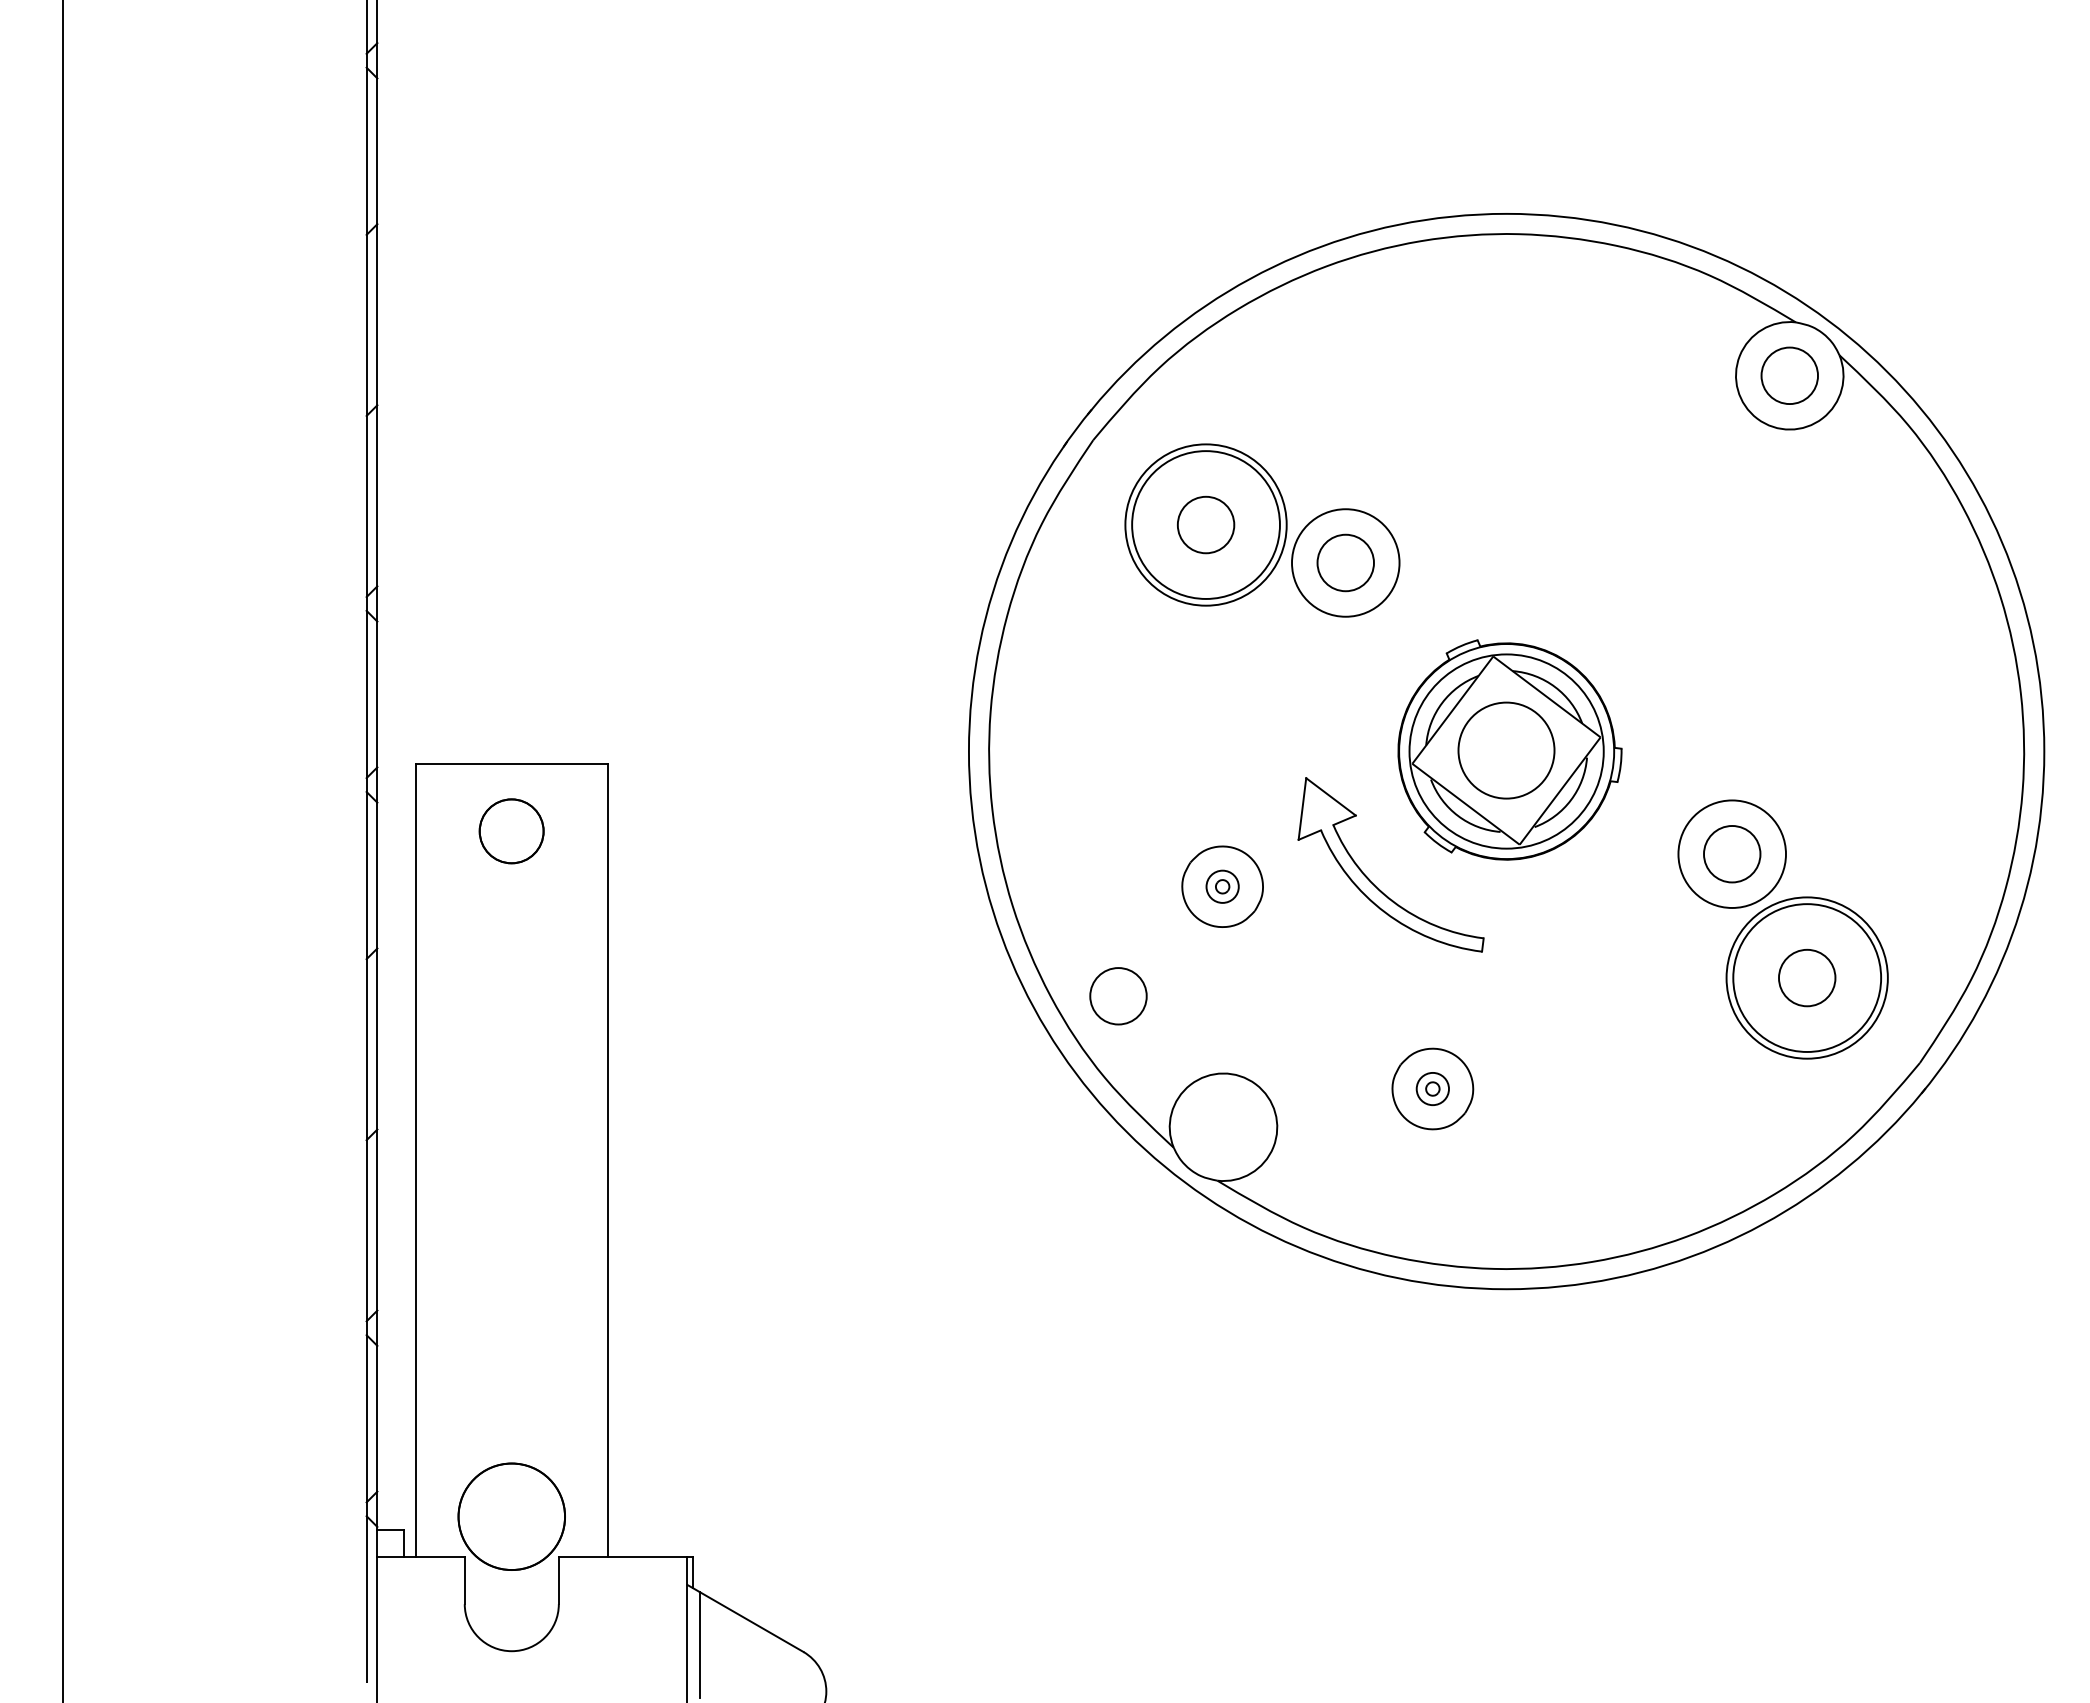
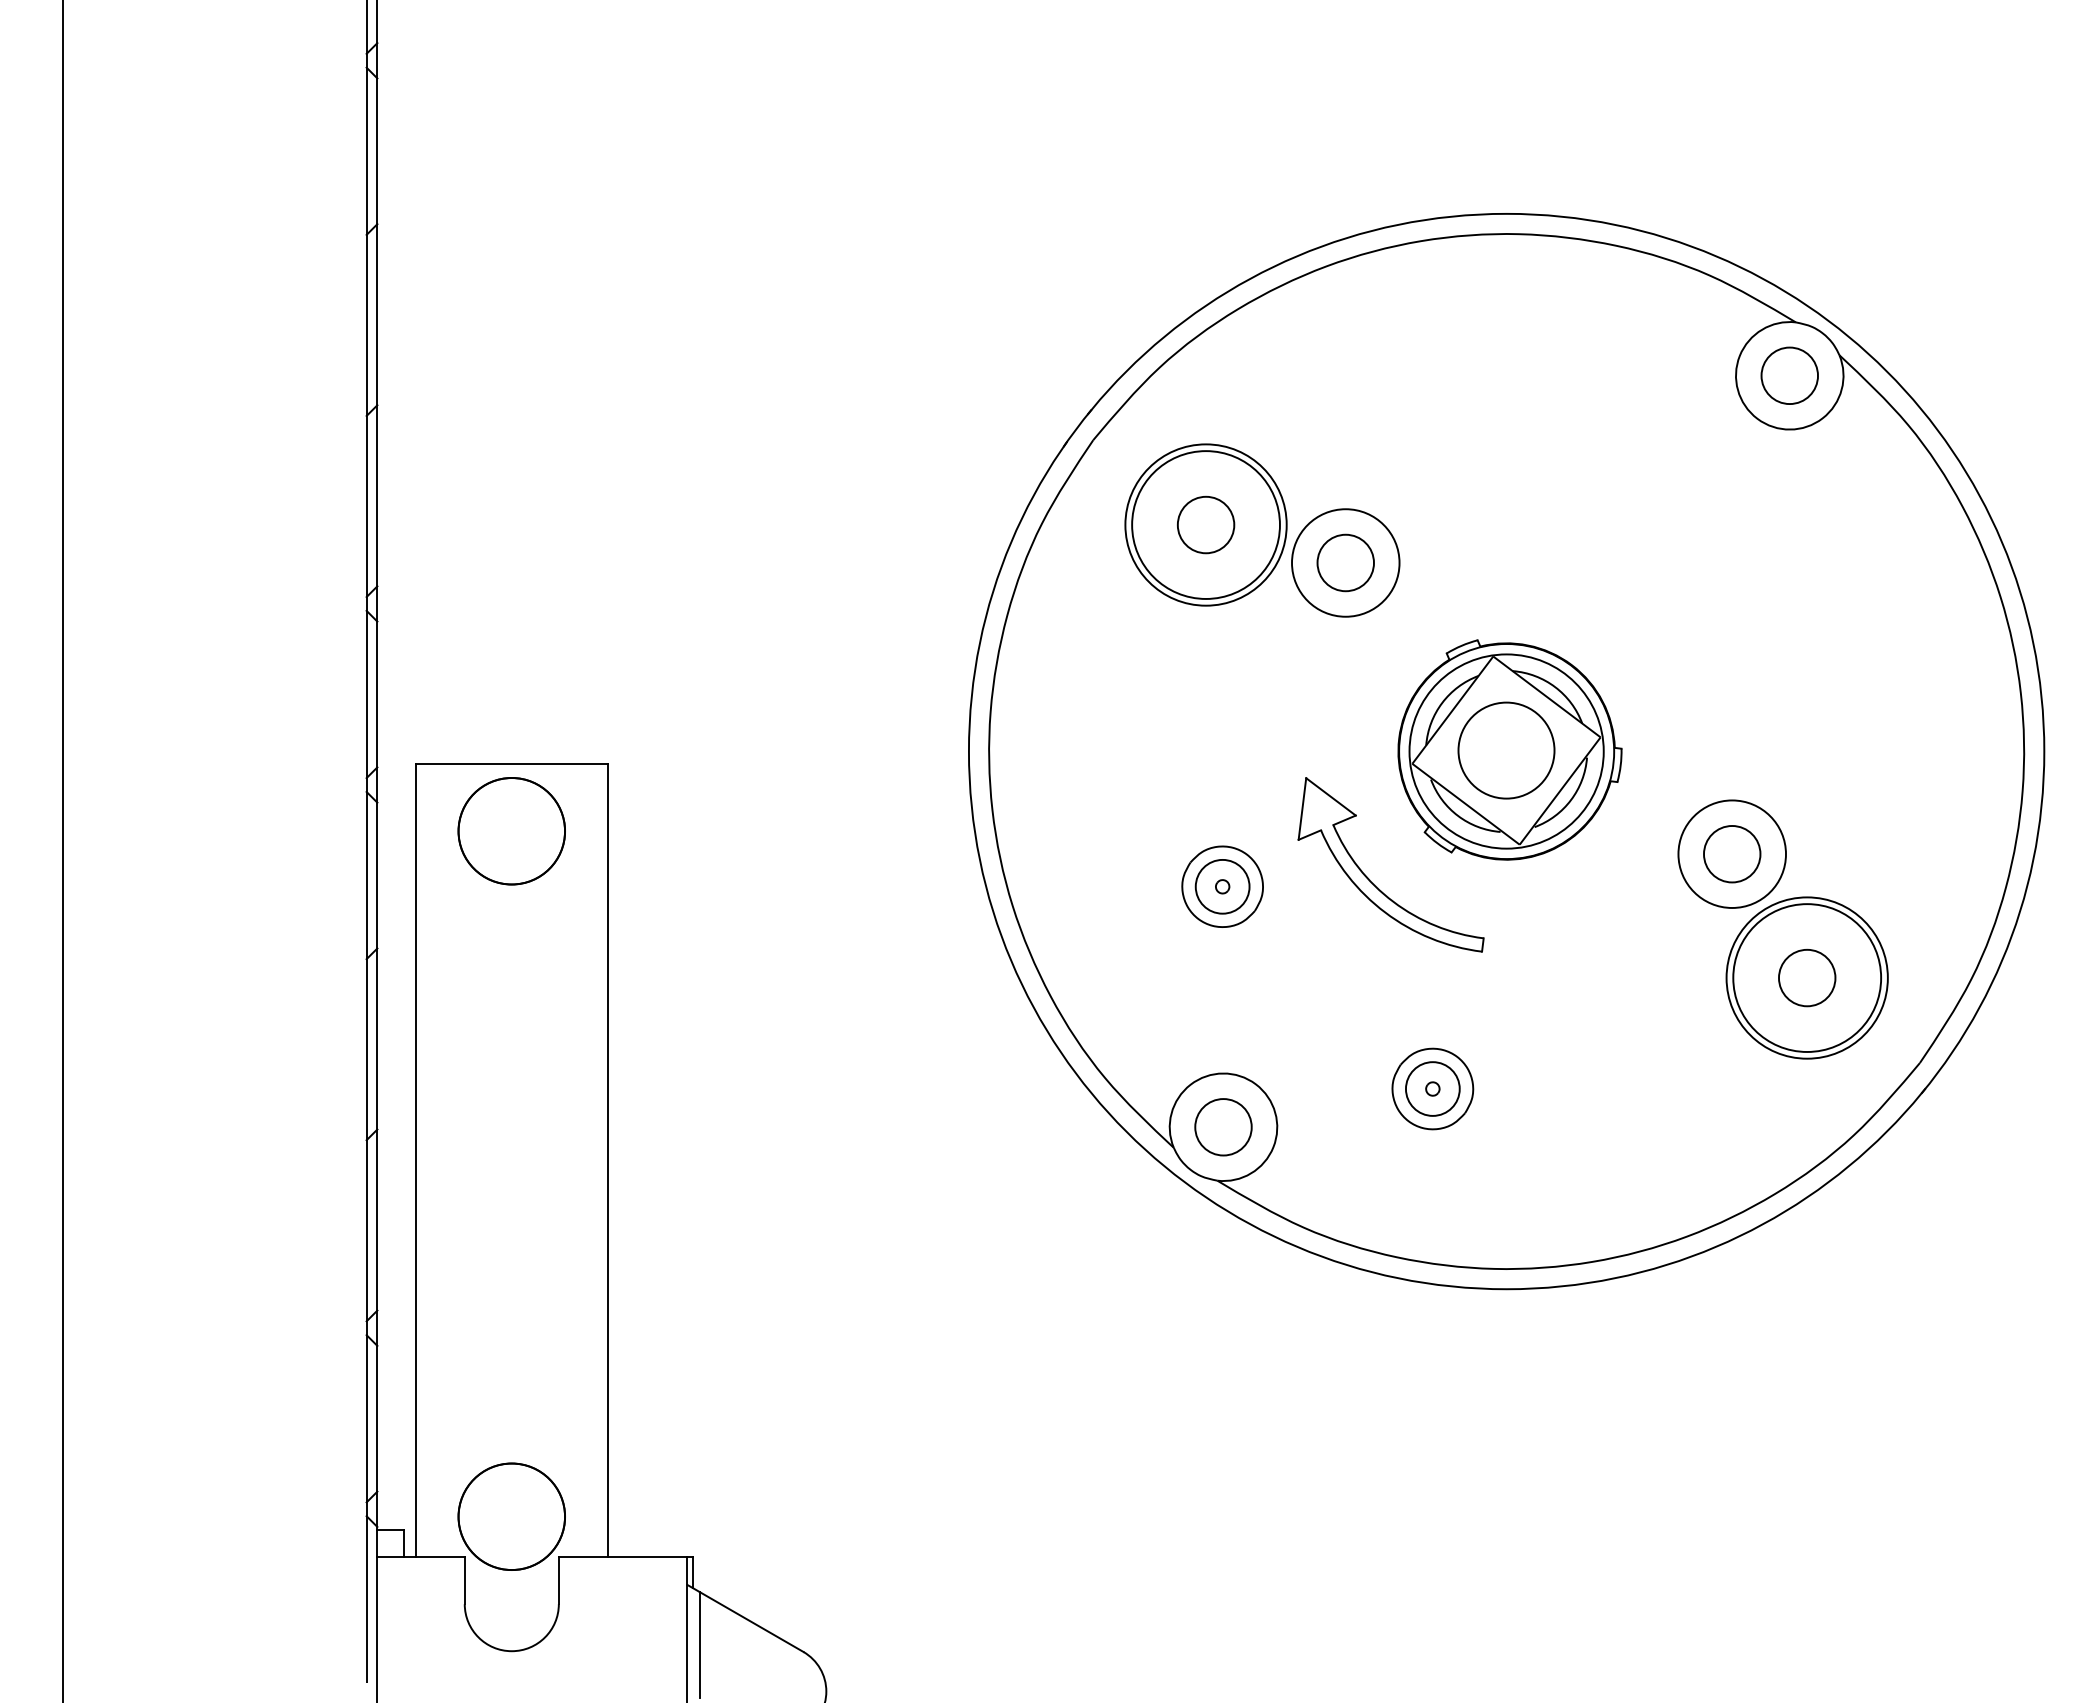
circle at (511, 831) size: 67x67 px -> 109x109 px
circle at (1222, 886) diameter: 32 px -> 54 px
circle at (1118, 996) position: (1118, 996) -> (1223, 1127)
circle at (1432, 1088) diameter: 32 px -> 54 px
